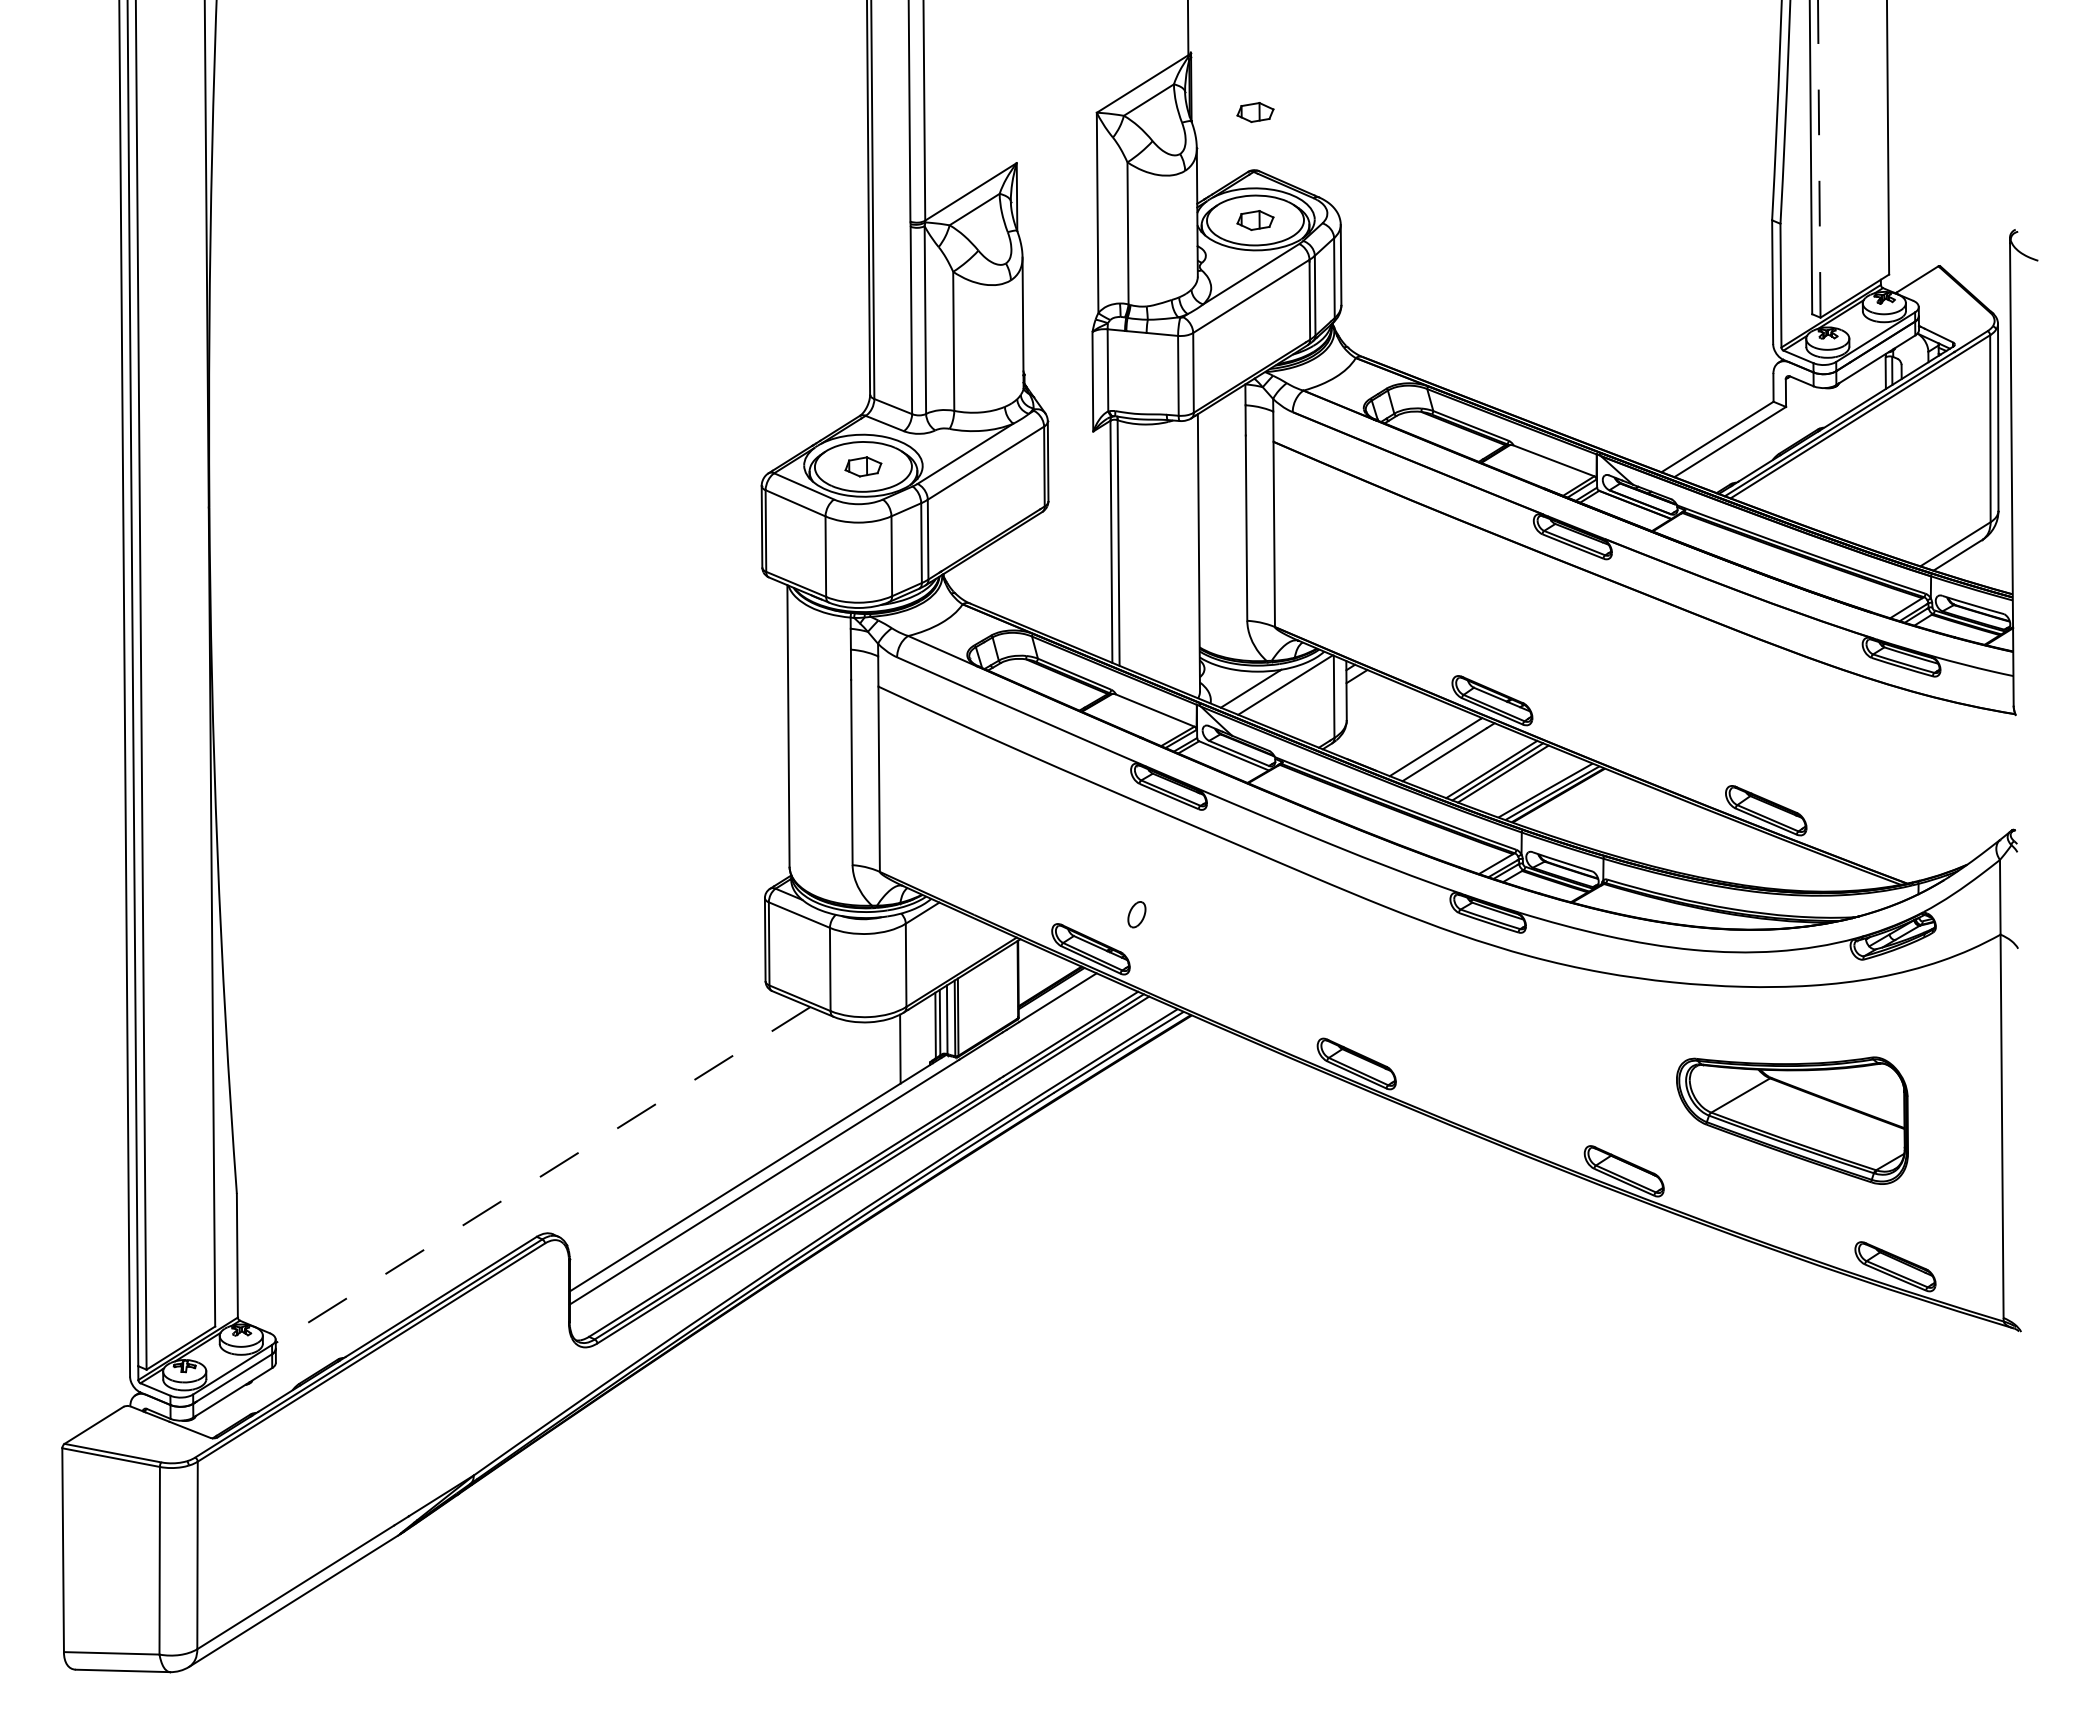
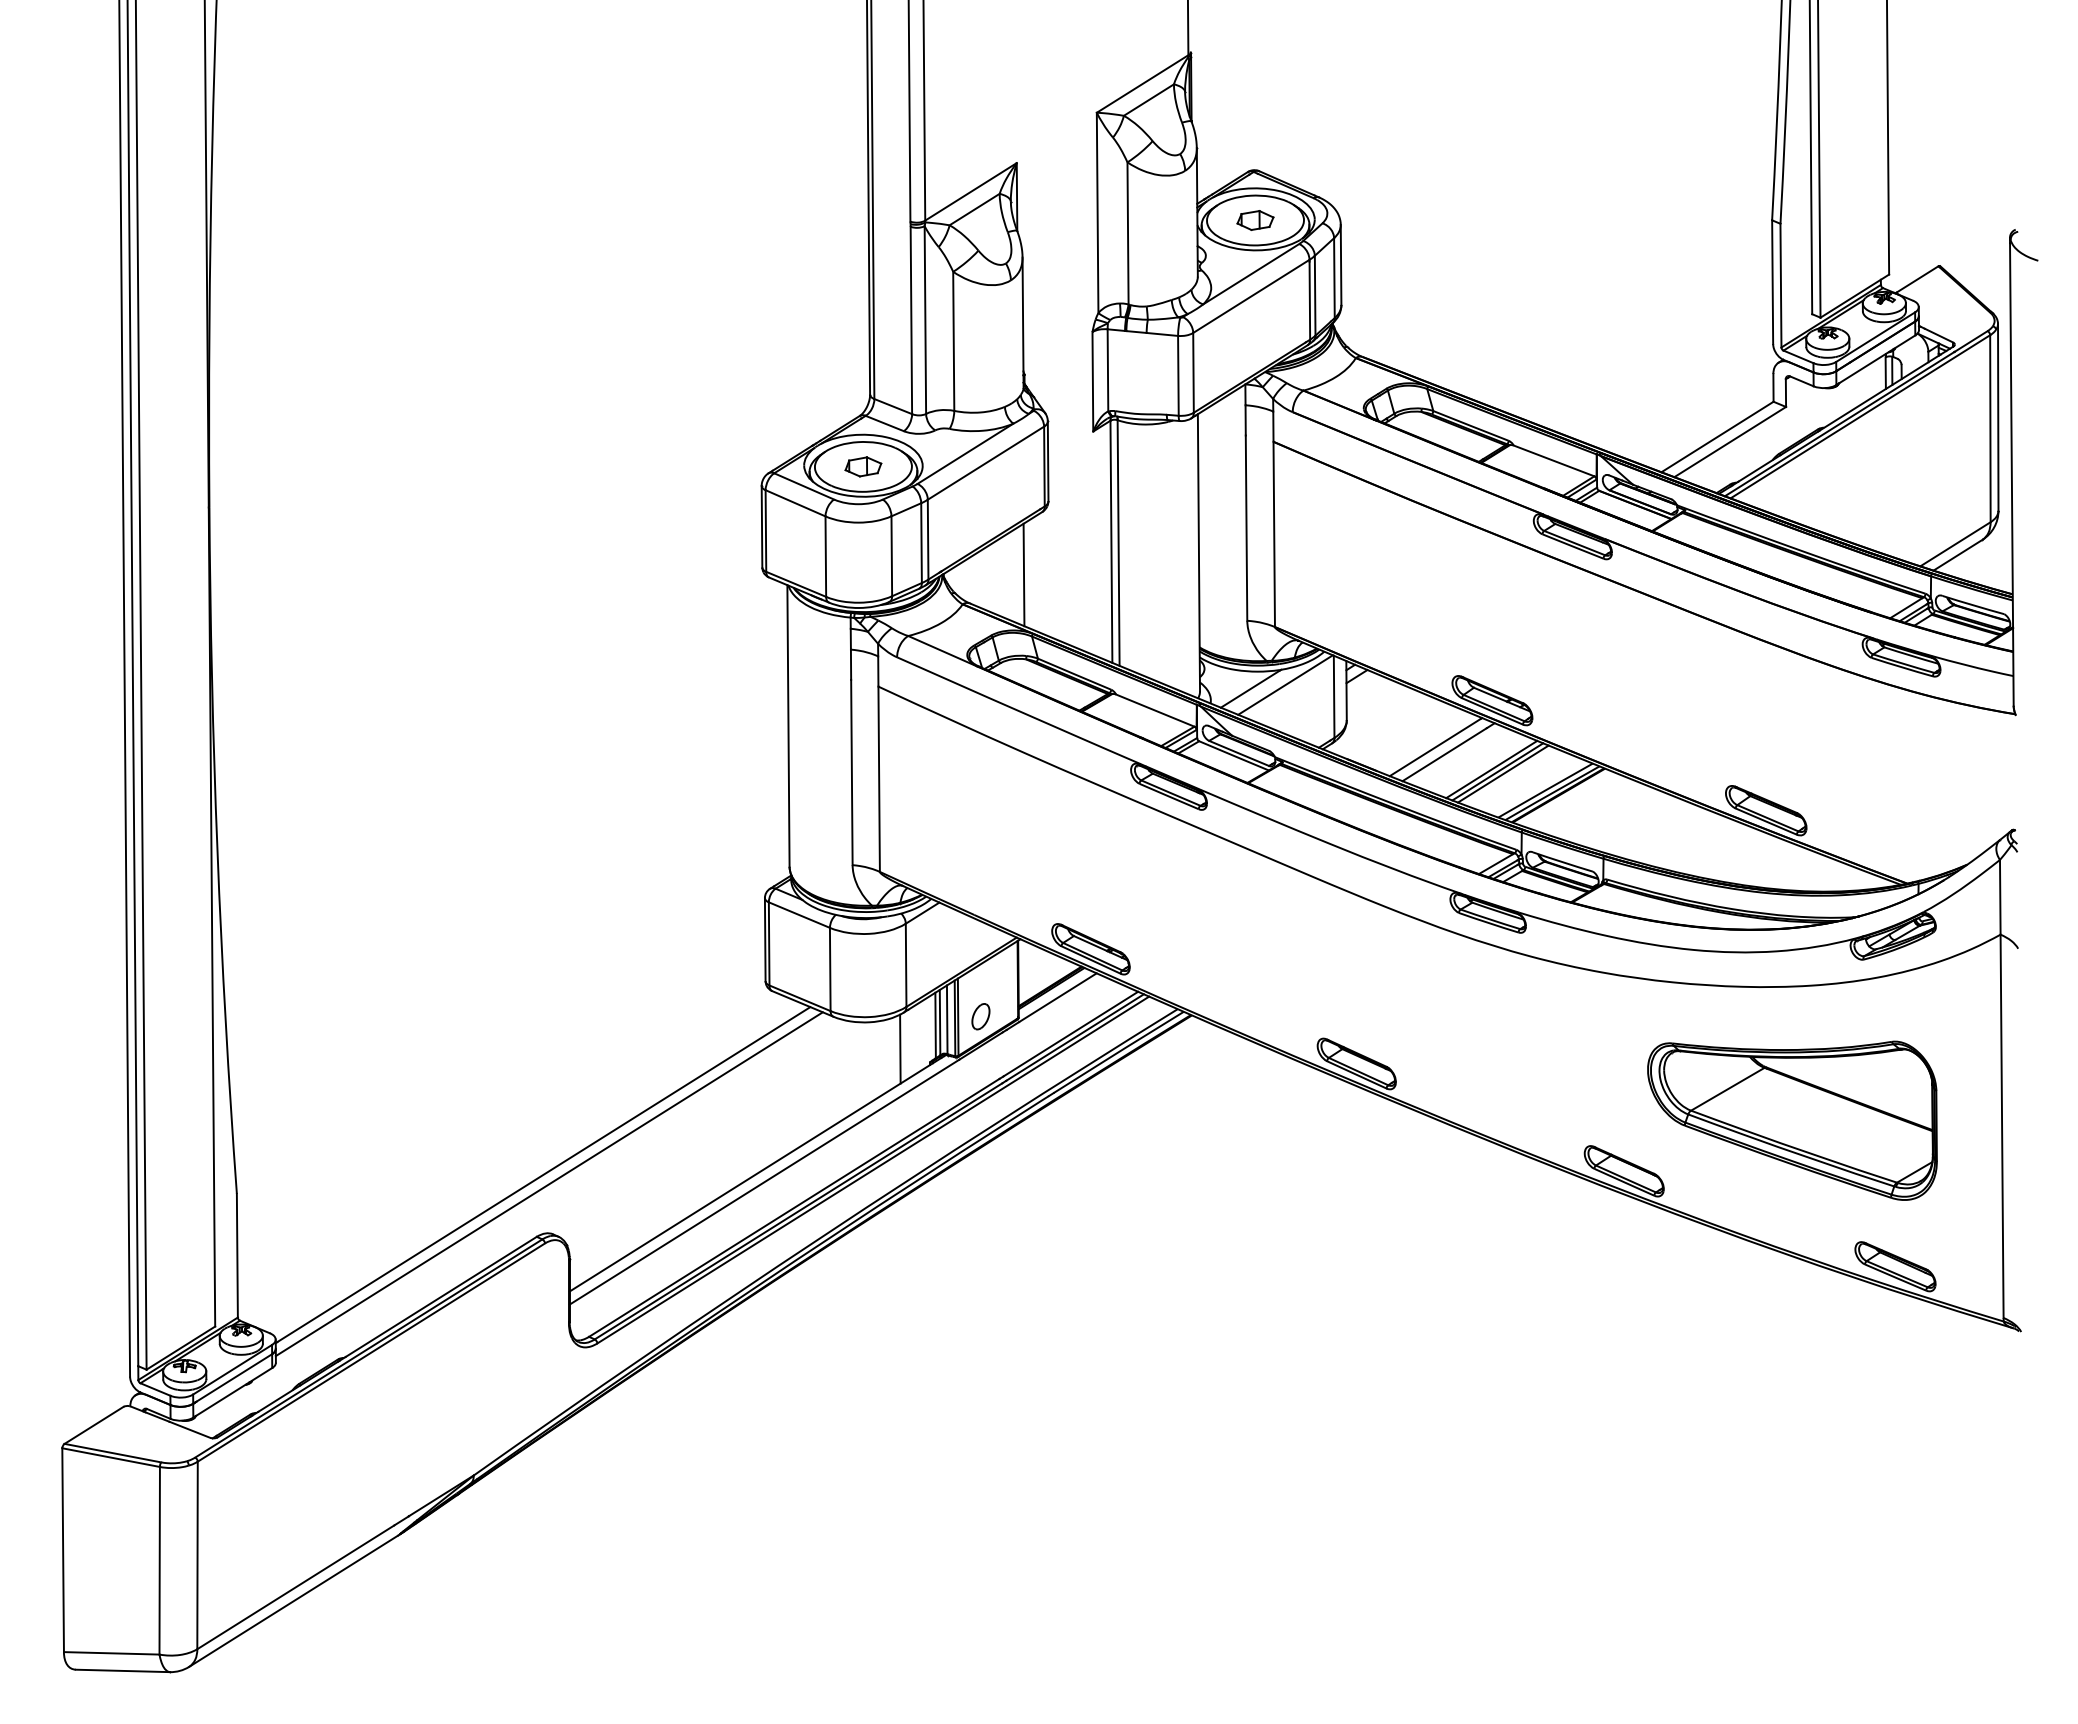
part at (1255, 112): present -> none
line at (1819, 158): dashed -> solid
line at (1023, 574): none -> present
part at (1136, 914) position: (1136, 914) -> (980, 1016)
part at (1792, 1120) size: 233x129 px -> 291x161 px
line at (543, 1174): dashed -> solid
line at (548, 1184): none -> present
